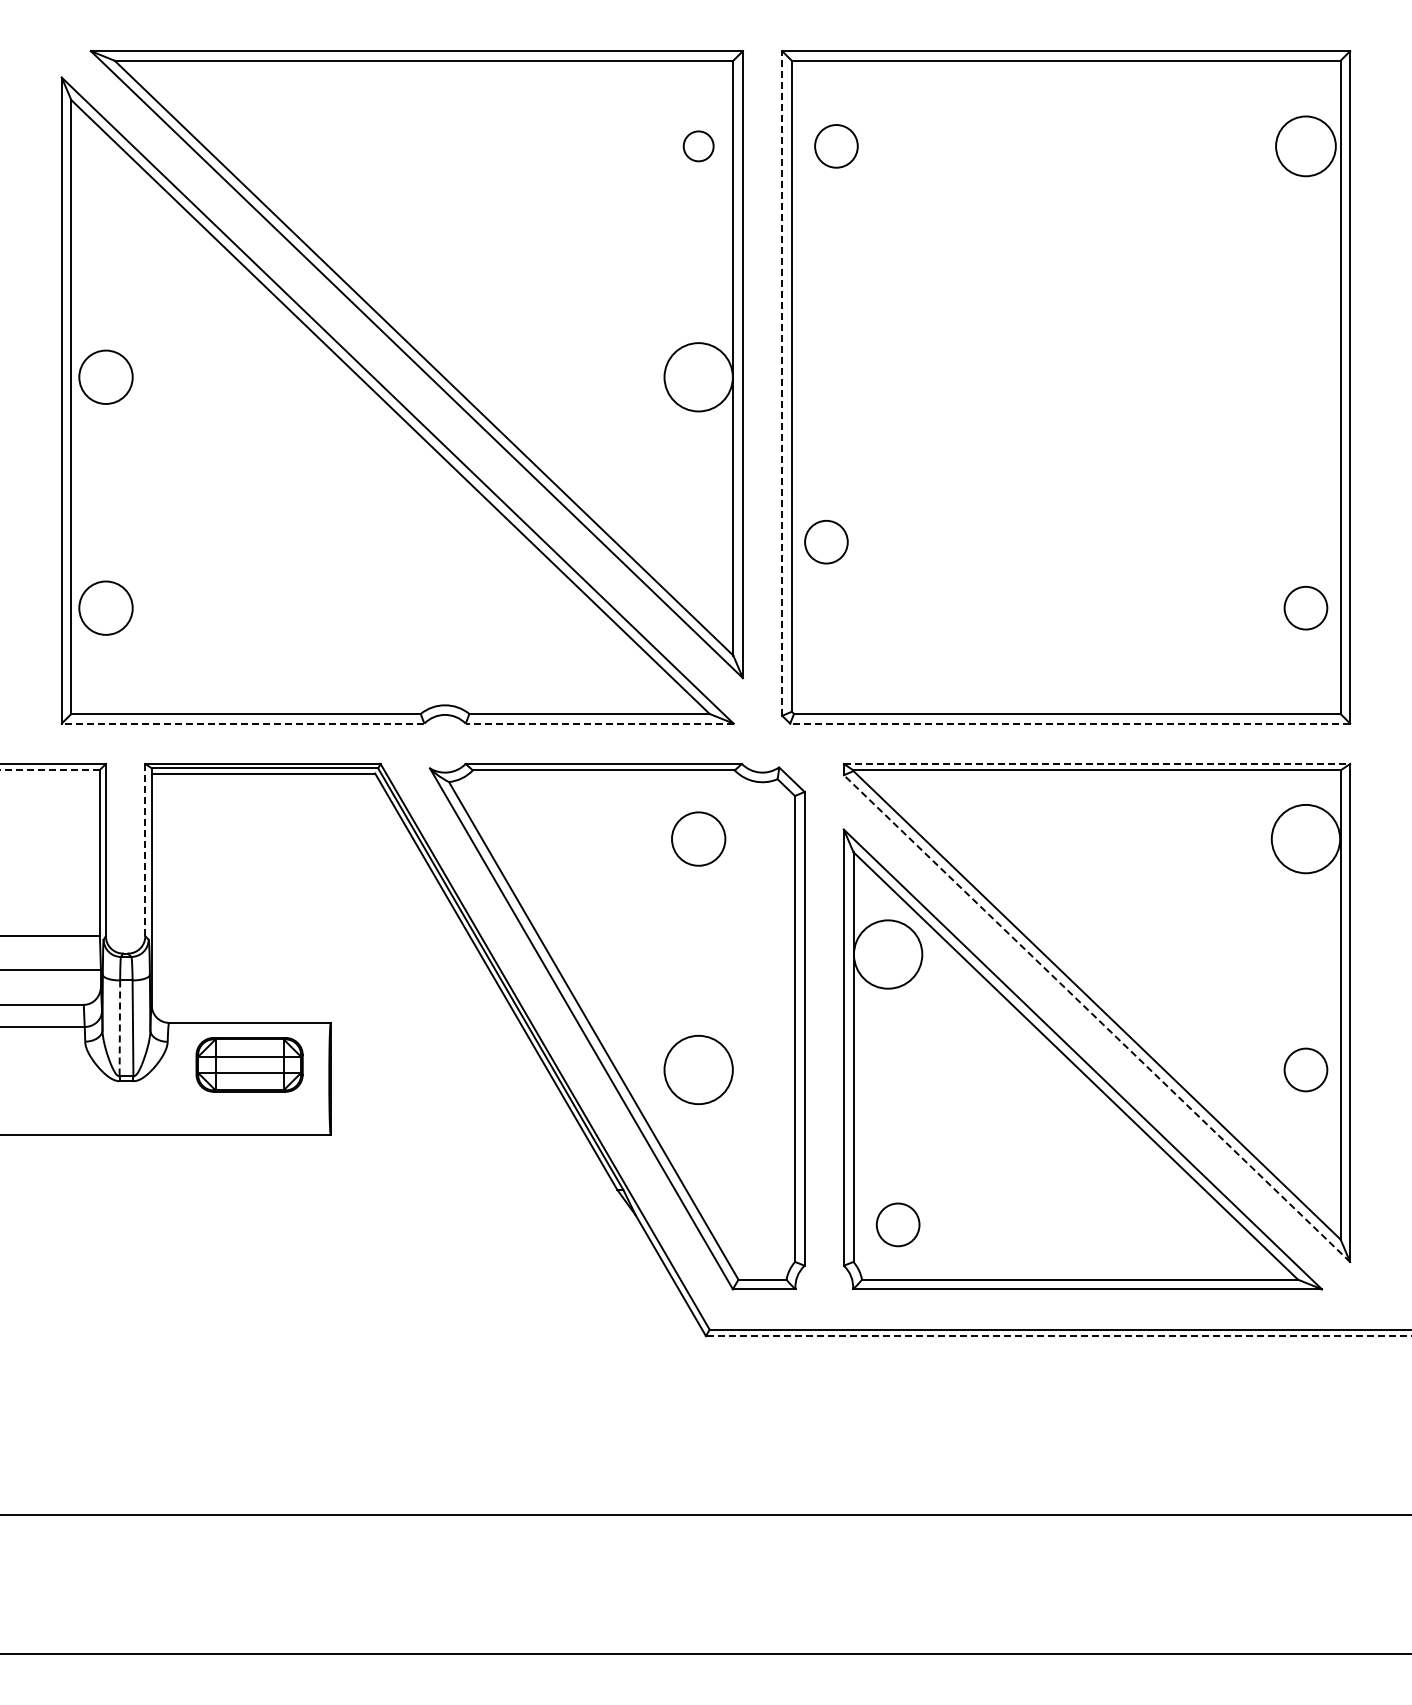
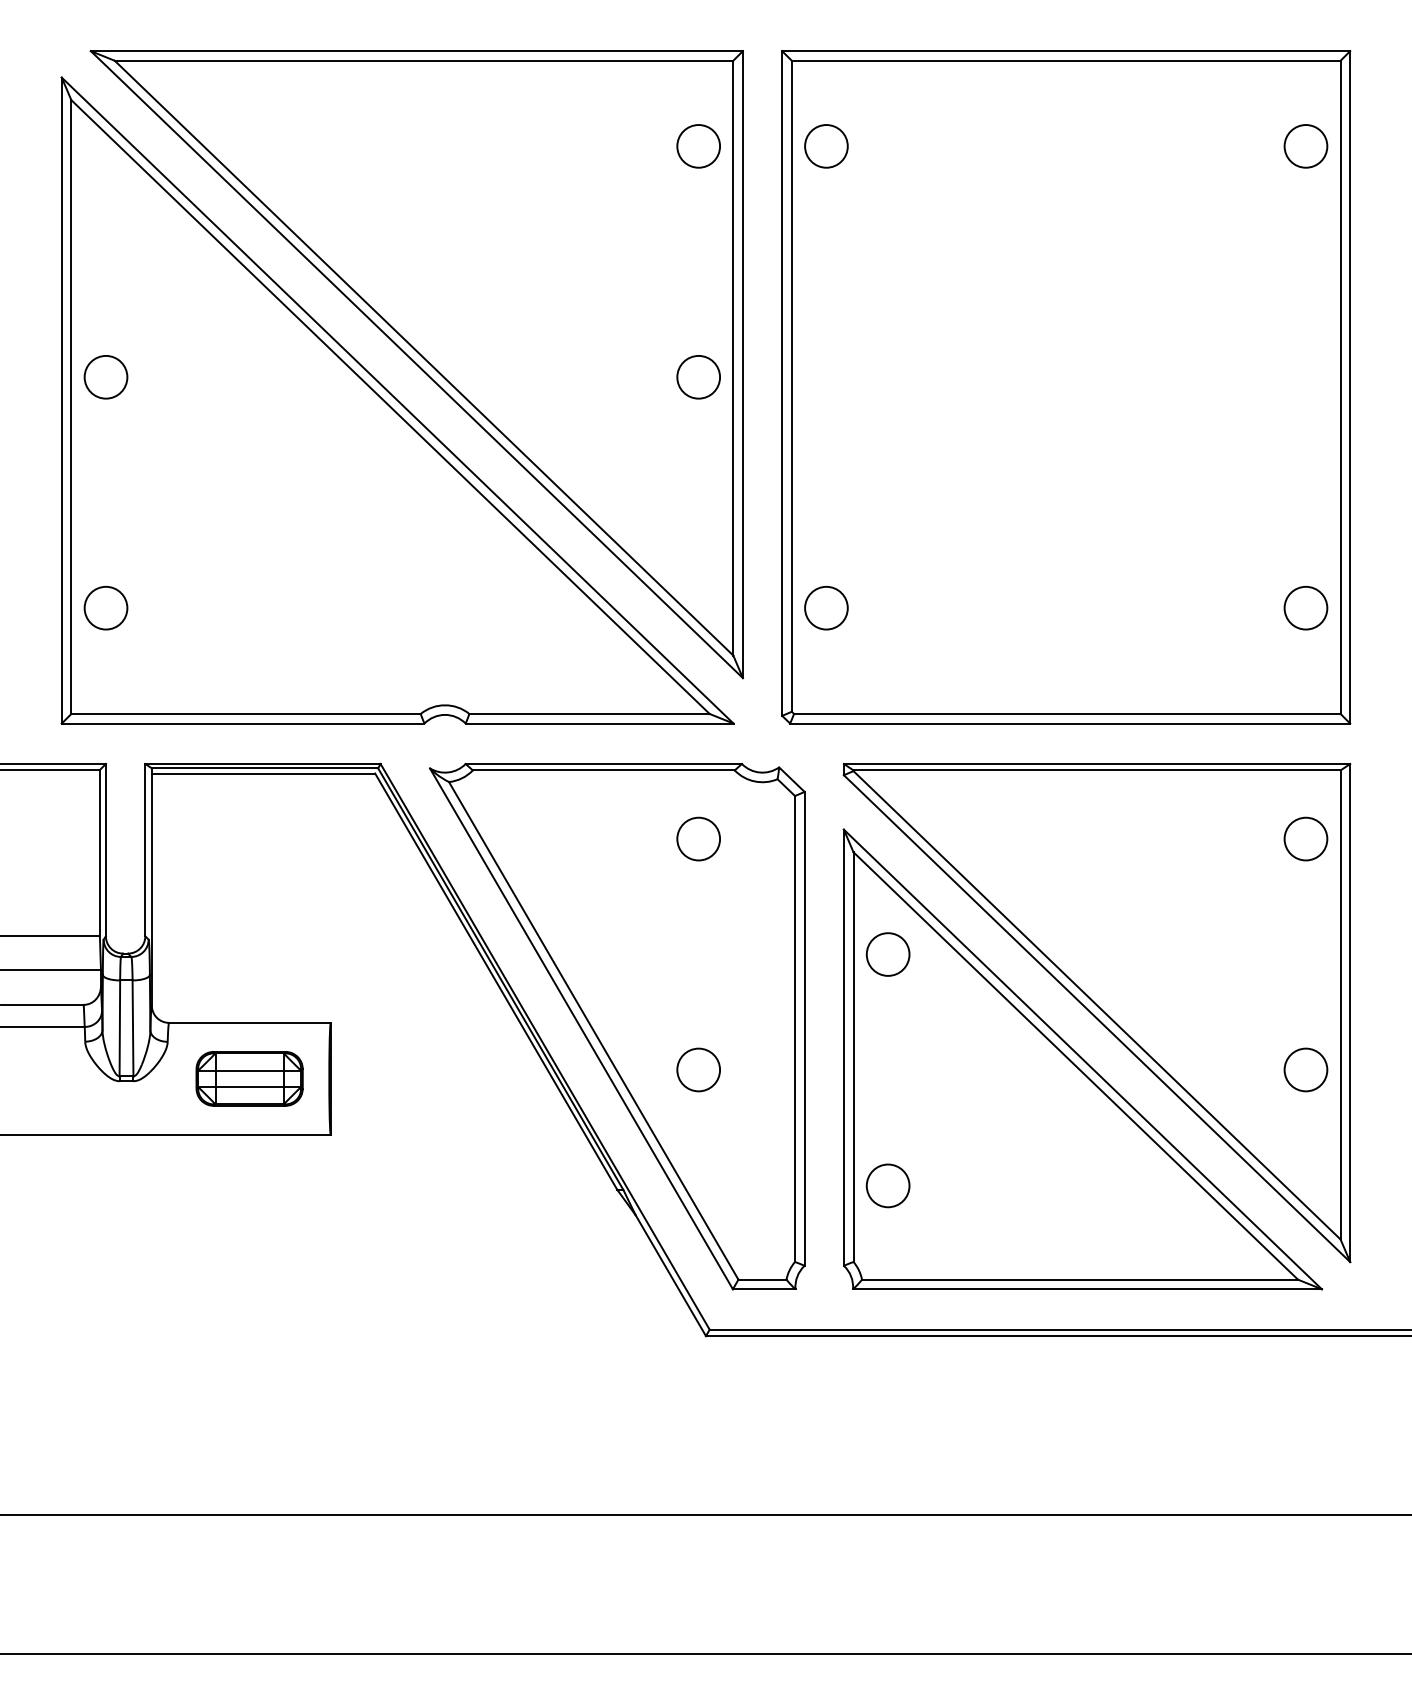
circle at (698, 146) diameter: 30 px -> 43 px
circle at (836, 146) position: (836, 146) -> (826, 146)
circle at (1305, 146) diameter: 60 px -> 43 px
circle at (105, 376) diameter: 53 px -> 43 px
circle at (698, 377) diameter: 68 px -> 43 px
line at (782, 383): dashed -> solid
circle at (826, 541) position: (826, 541) -> (826, 607)
circle at (105, 607) diameter: 53 px -> 43 px
line at (242, 723): dashed -> solid
line at (599, 723): dashed -> solid
line at (1069, 723): dashed -> solid
line at (1097, 763): dashed -> solid
line at (50, 770): dashed -> solid
circle at (698, 838) diameter: 53 px -> 43 px
circle at (1305, 838) diameter: 68 px -> 43 px
line at (145, 850): dashed -> solid
circle at (887, 954) diameter: 68 px -> 43 px
line at (1096, 1018): dashed -> solid
line at (119, 1028): dashed -> solid
part at (249, 1064) position: (249, 1064) -> (249, 1078)
circle at (698, 1069) diameter: 68 px -> 43 px
circle at (897, 1224) position: (897, 1224) -> (887, 1185)
line at (1058, 1336): dashed -> solid
